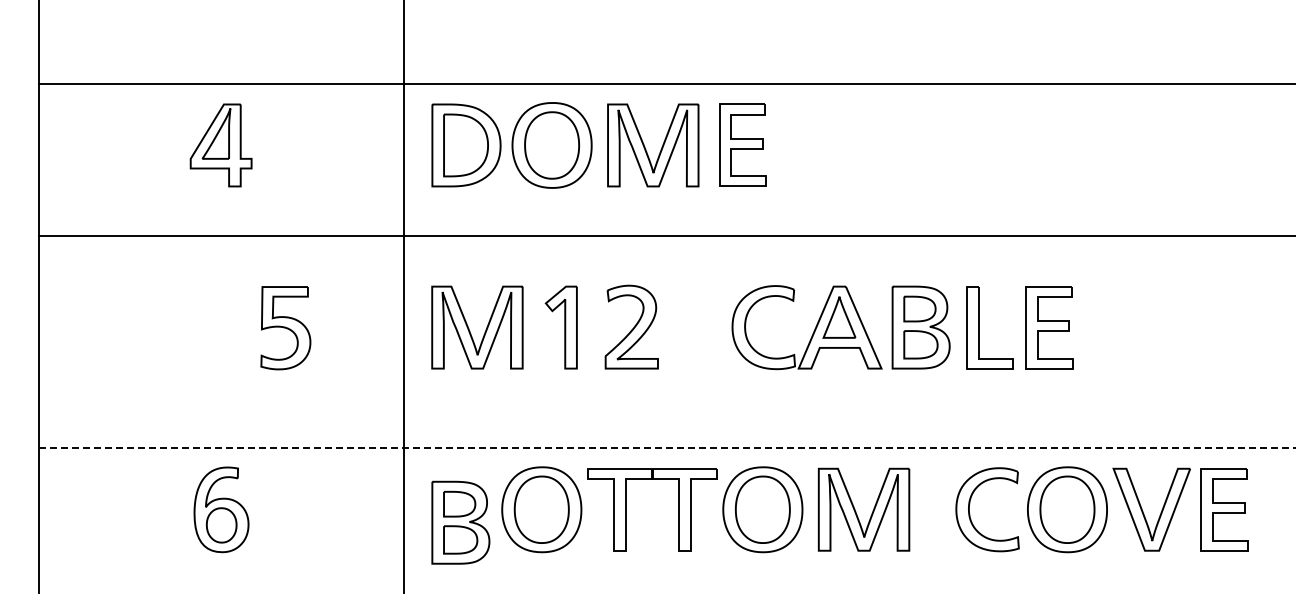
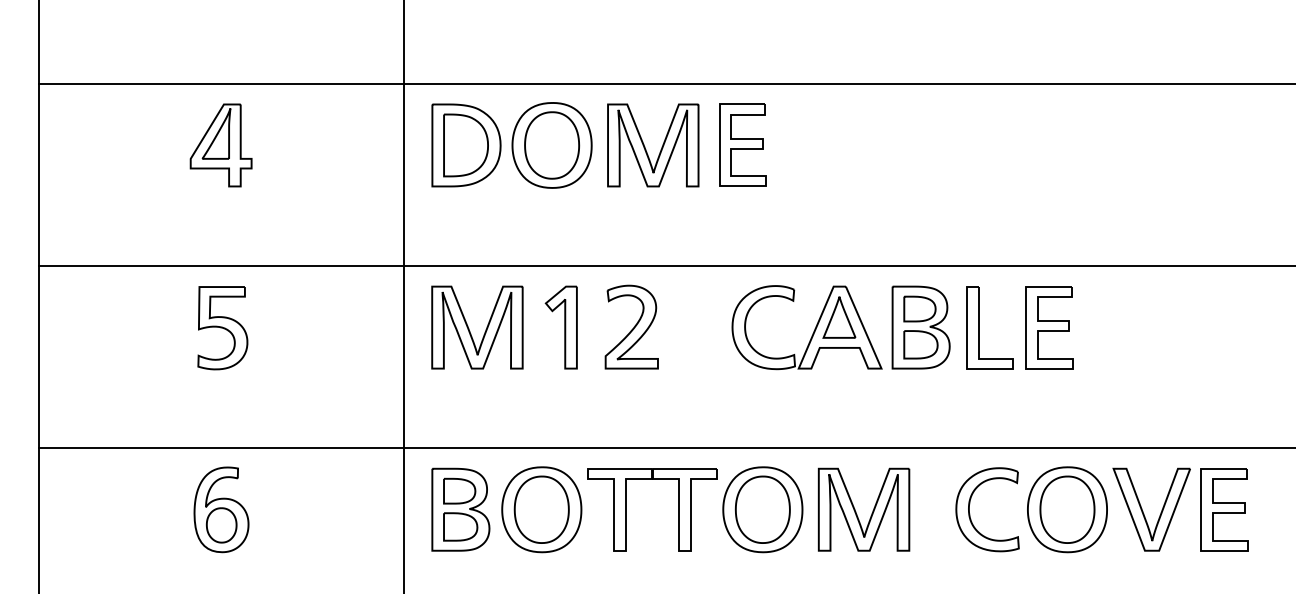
line at (665, 236) position: (665, 236) -> (665, 266)
part at (285, 328) position: (285, 328) -> (222, 328)
line at (667, 448): dashed -> solid
part at (460, 522) position: (460, 522) -> (460, 509)
